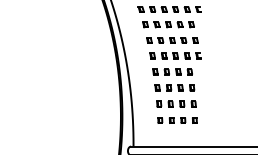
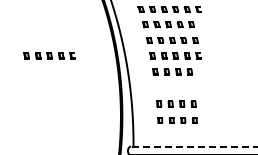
part at (49, 55): none -> present
part at (174, 87): present -> none
line at (193, 146): solid -> dashed
